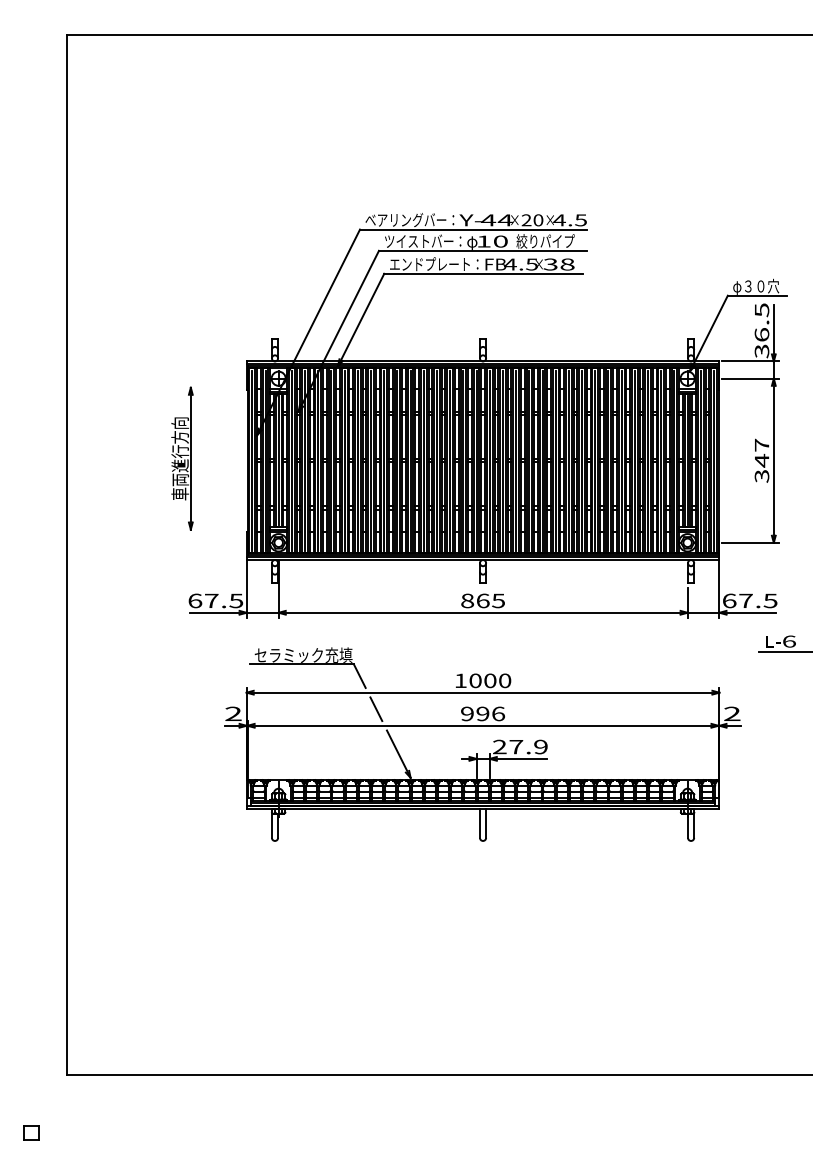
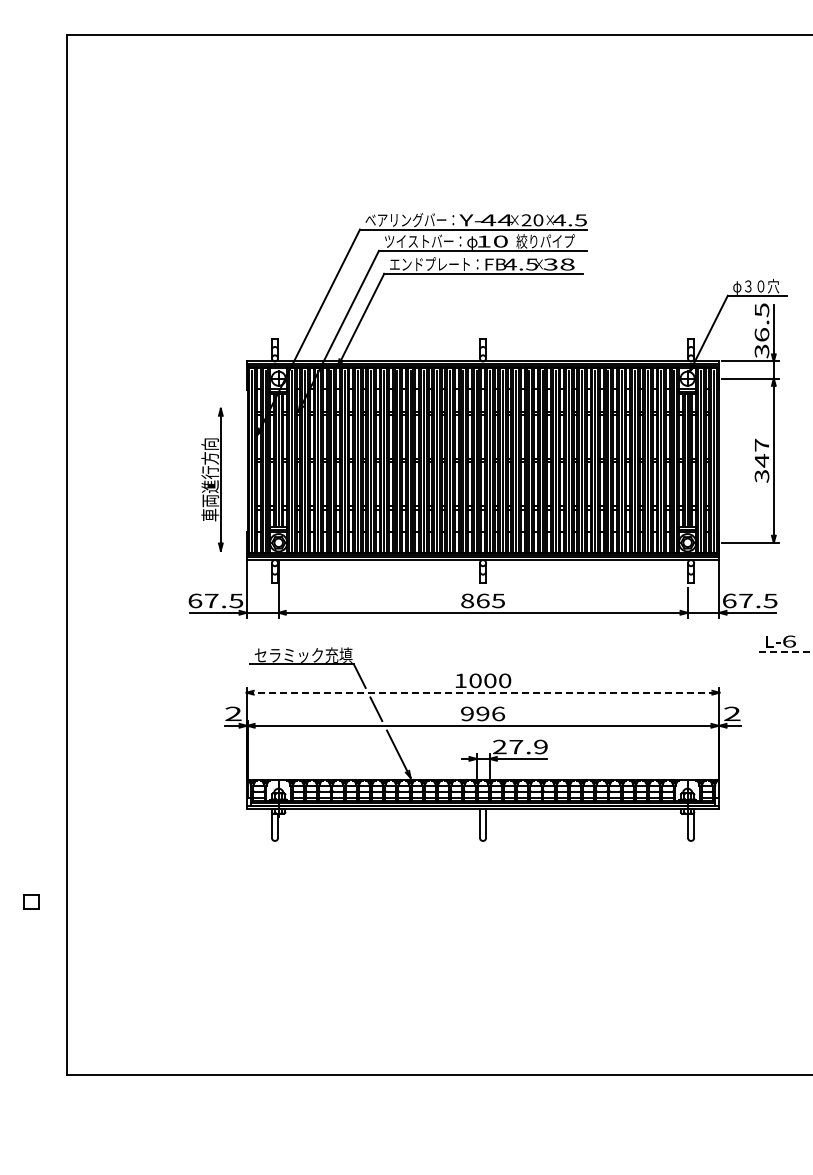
part at (182, 458) position: (182, 458) -> (212, 479)
line at (785, 652): solid -> dashed
line at (483, 692): solid -> dashed
part at (31, 1132) position: (31, 1132) -> (31, 901)
